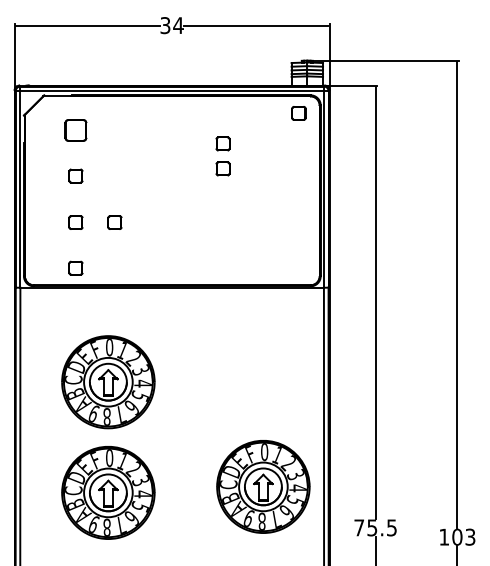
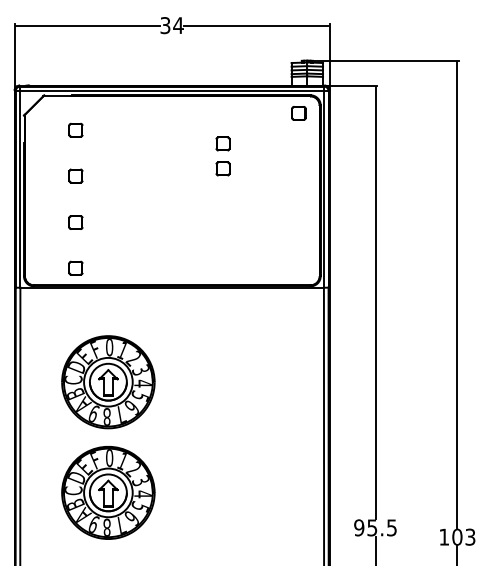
part at (75, 130) size: 24x23 px -> 16x16 px
part at (114, 222): present -> none
part at (263, 486): present -> none
text at (359, 527): 75.5 -> 95.5
